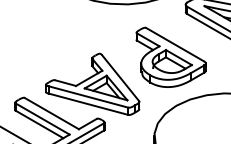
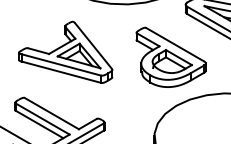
part at (92, 83) position: (92, 83) -> (65, 51)
